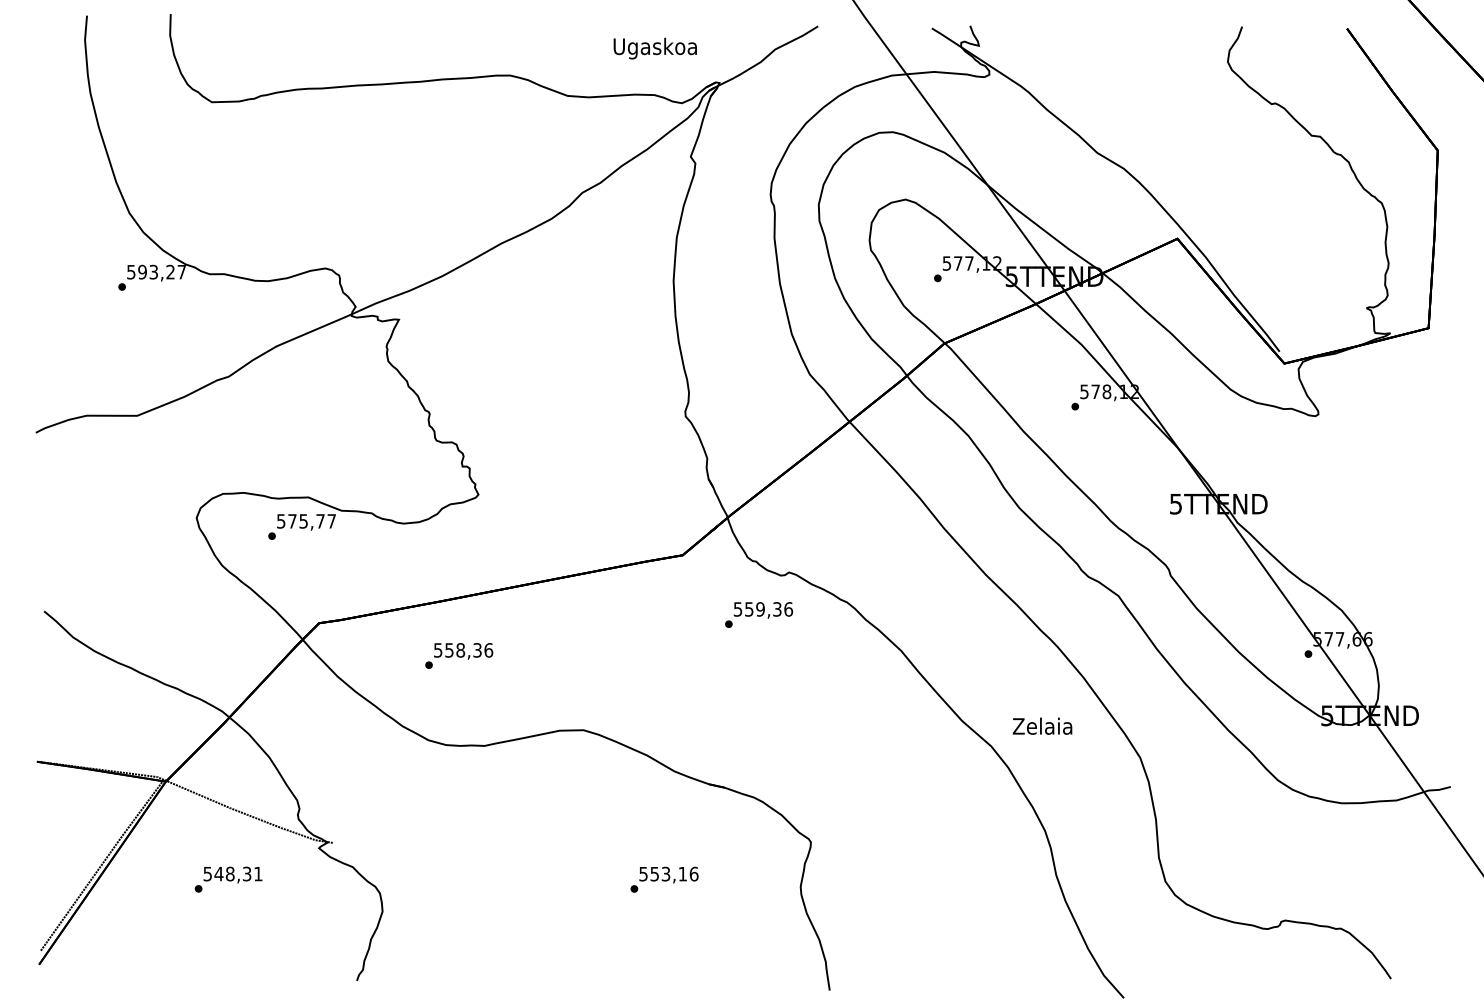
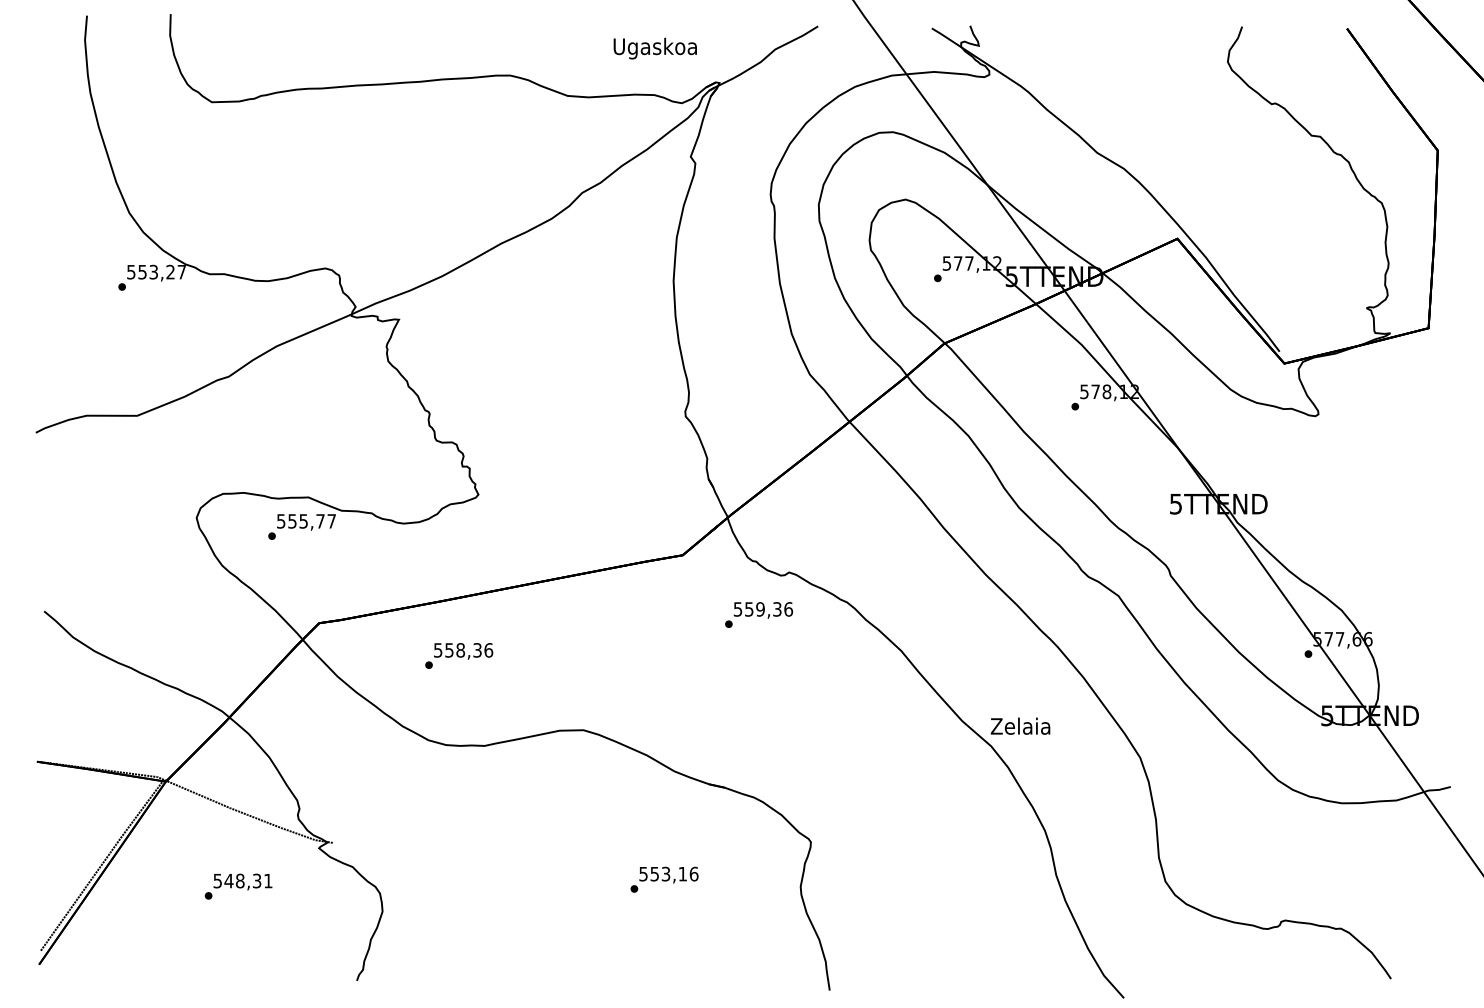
text at (142, 271): 593,27 -> 553,27
text at (292, 521): 575,77 -> 555,77
text at (1042, 725) position: (1042, 725) -> (1020, 725)
text at (228, 879) position: (228, 879) -> (238, 886)
